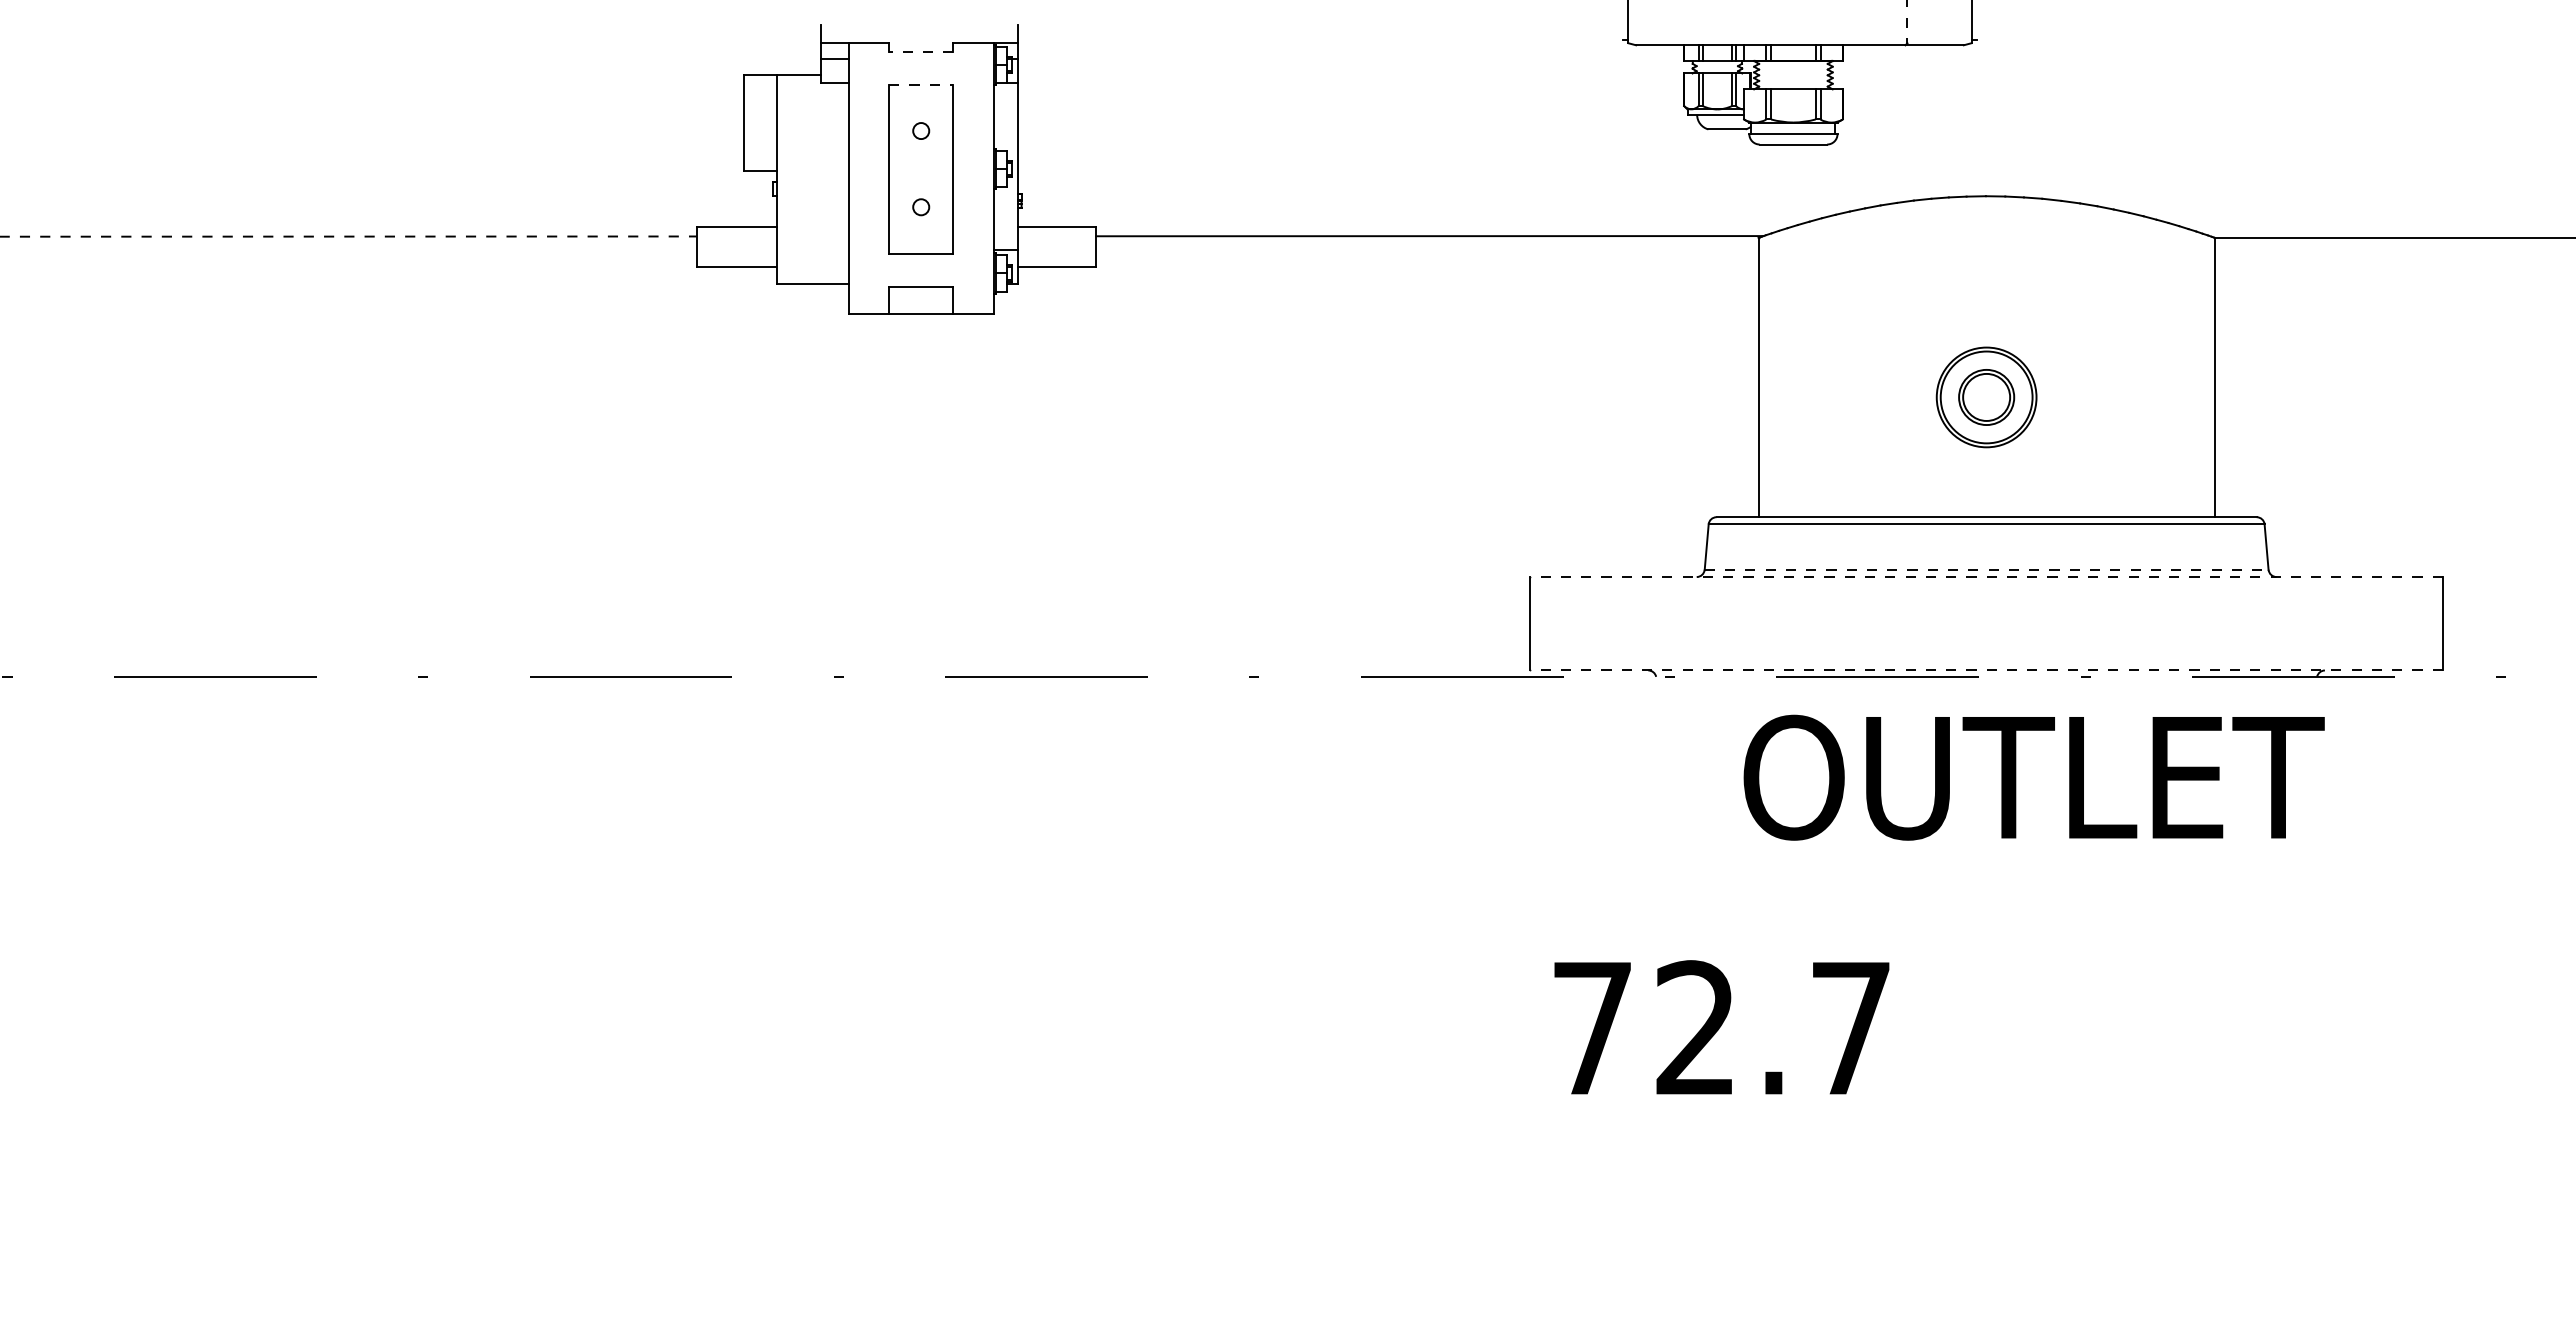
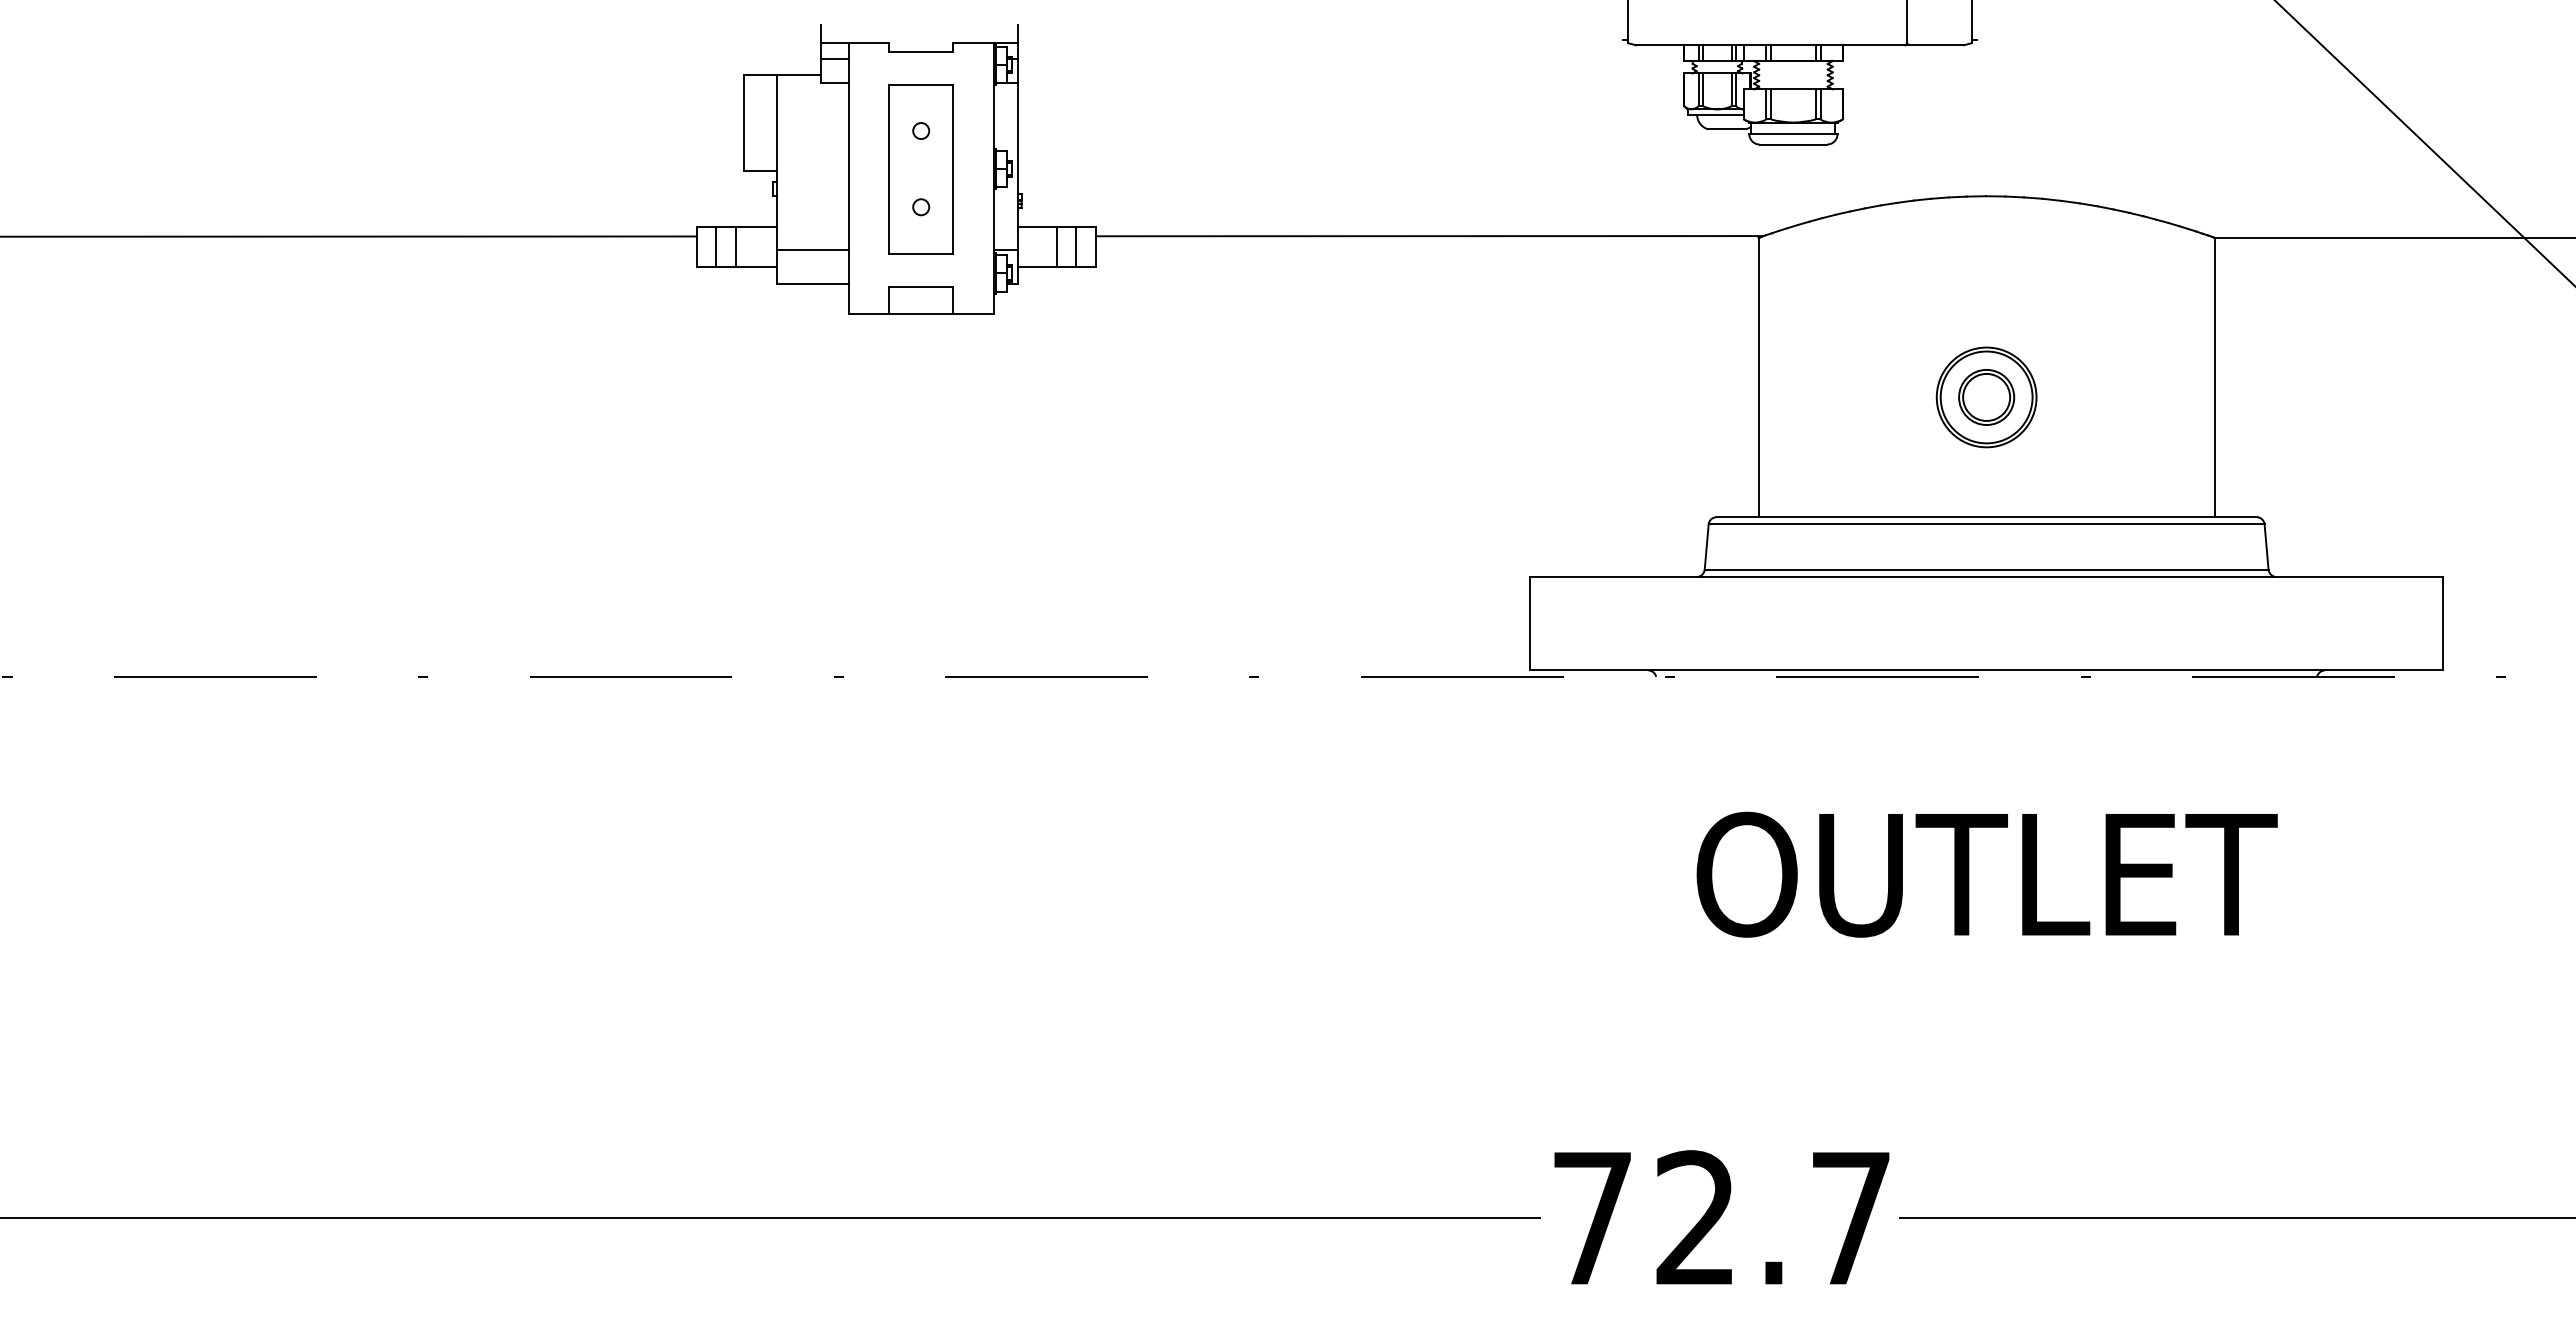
line at (1907, 23): dashed -> solid
line at (920, 51): dashed -> solid
line at (921, 84): dashed -> solid
line at (2424, 142): none -> present
line at (348, 236): dashed -> solid
line at (716, 247): none -> present
line at (736, 247): none -> present
line at (1056, 247): none -> present
line at (1076, 247): none -> present
line at (812, 250): none -> present
line at (1986, 569): dashed -> solid
line at (1986, 577): dashed -> solid
line at (1986, 670): dashed -> solid
text at (2033, 777) position: (2033, 777) -> (1986, 874)
text at (1721, 1027) position: (1721, 1027) -> (1721, 1217)
line at (770, 1218): none -> present
line at (2236, 1218): none -> present
